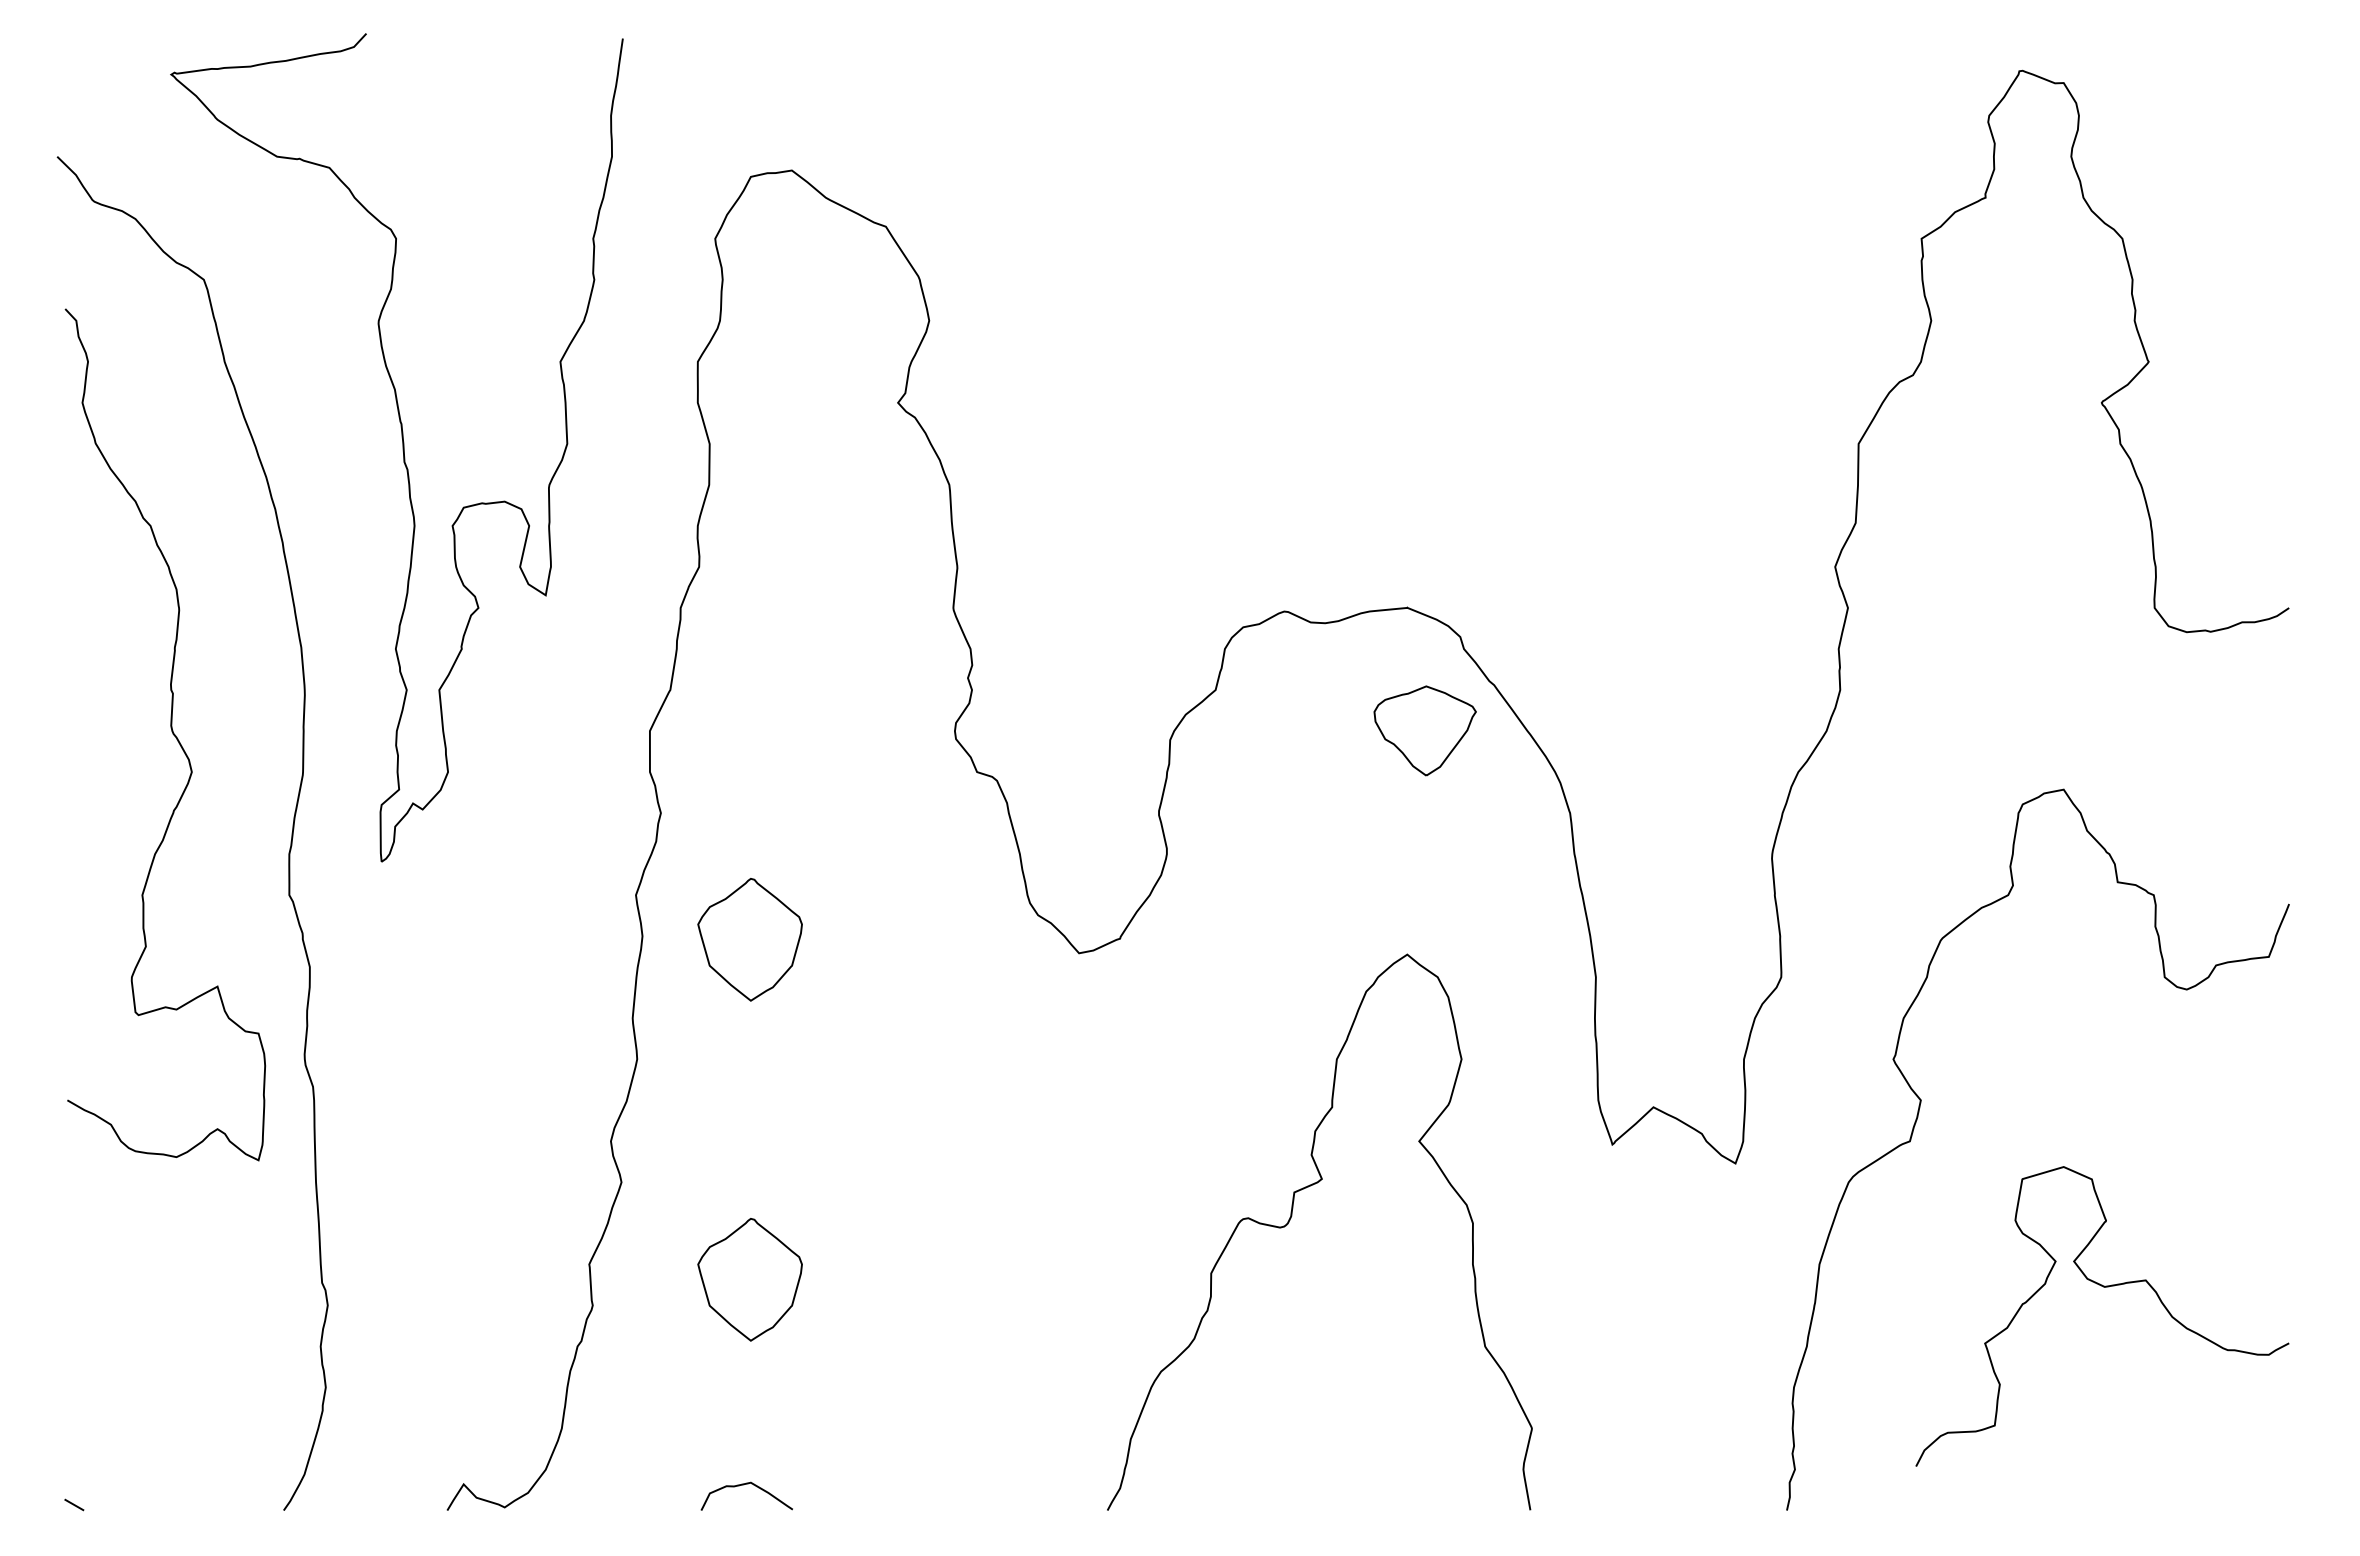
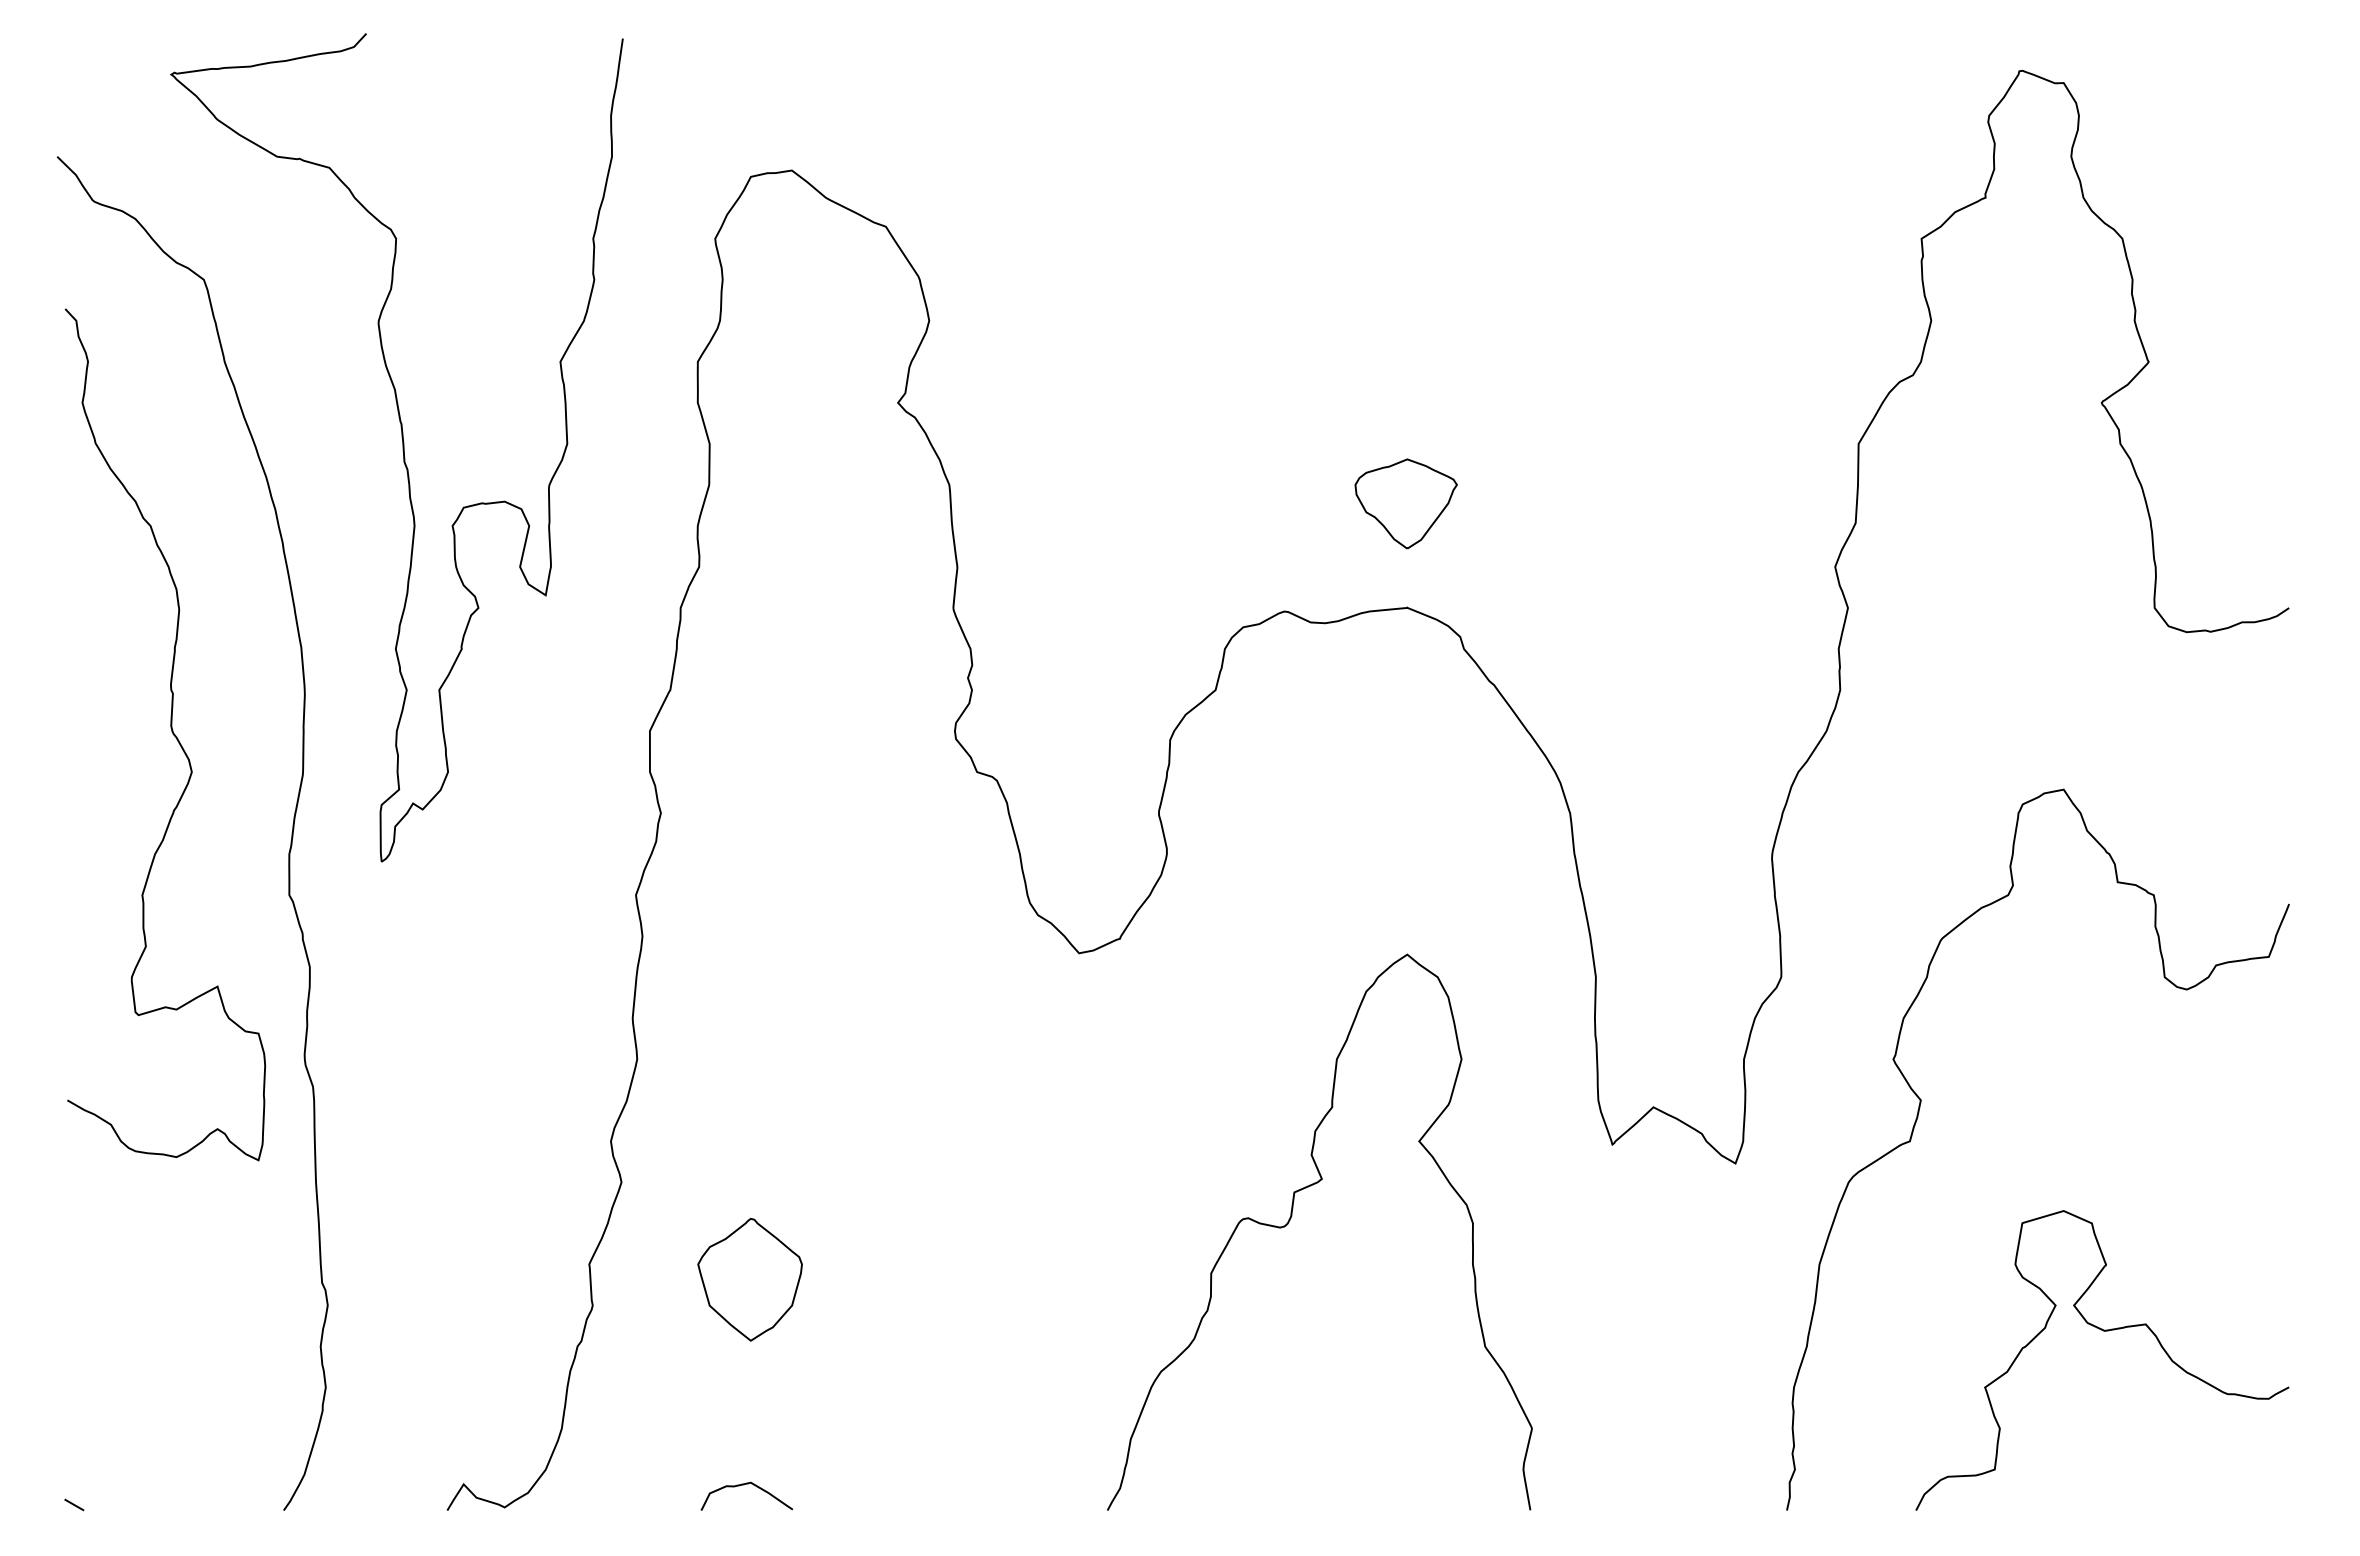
part at (1424, 730) position: (1424, 730) -> (1405, 503)
part at (749, 939): present -> none
curve at (2103, 1287) position: (2103, 1287) -> (2103, 1331)
